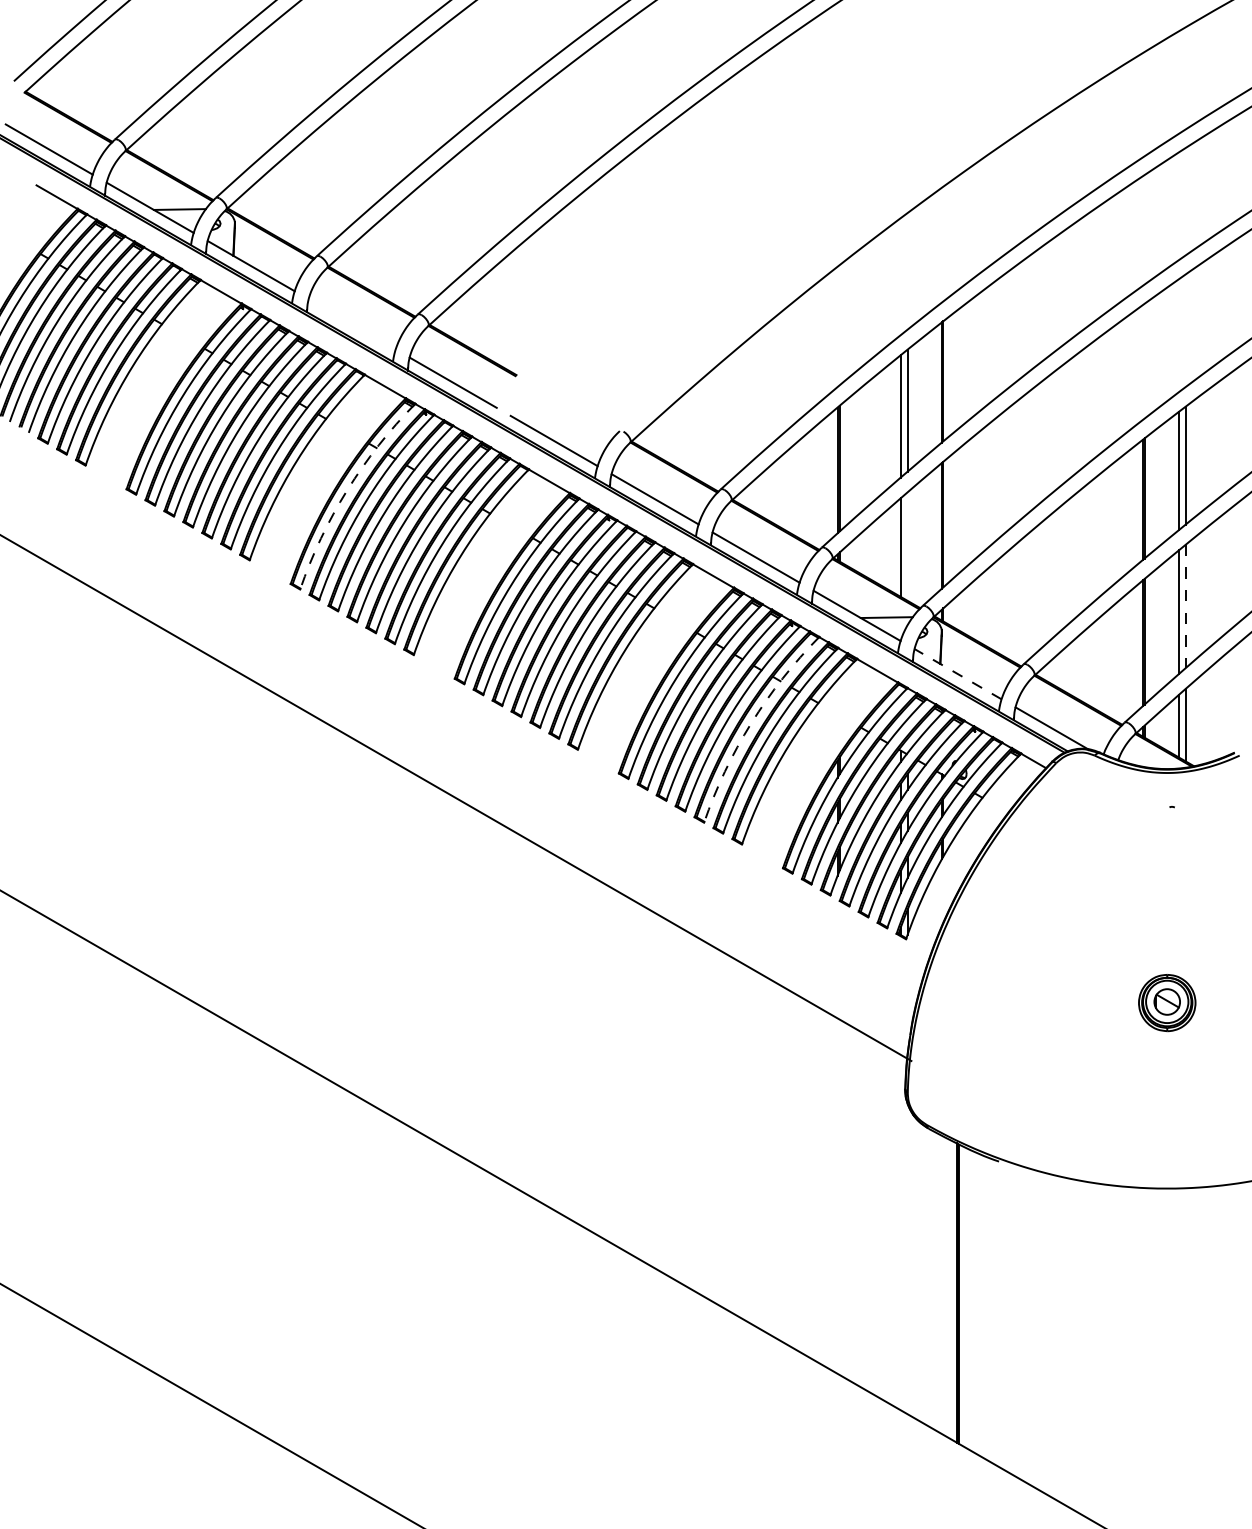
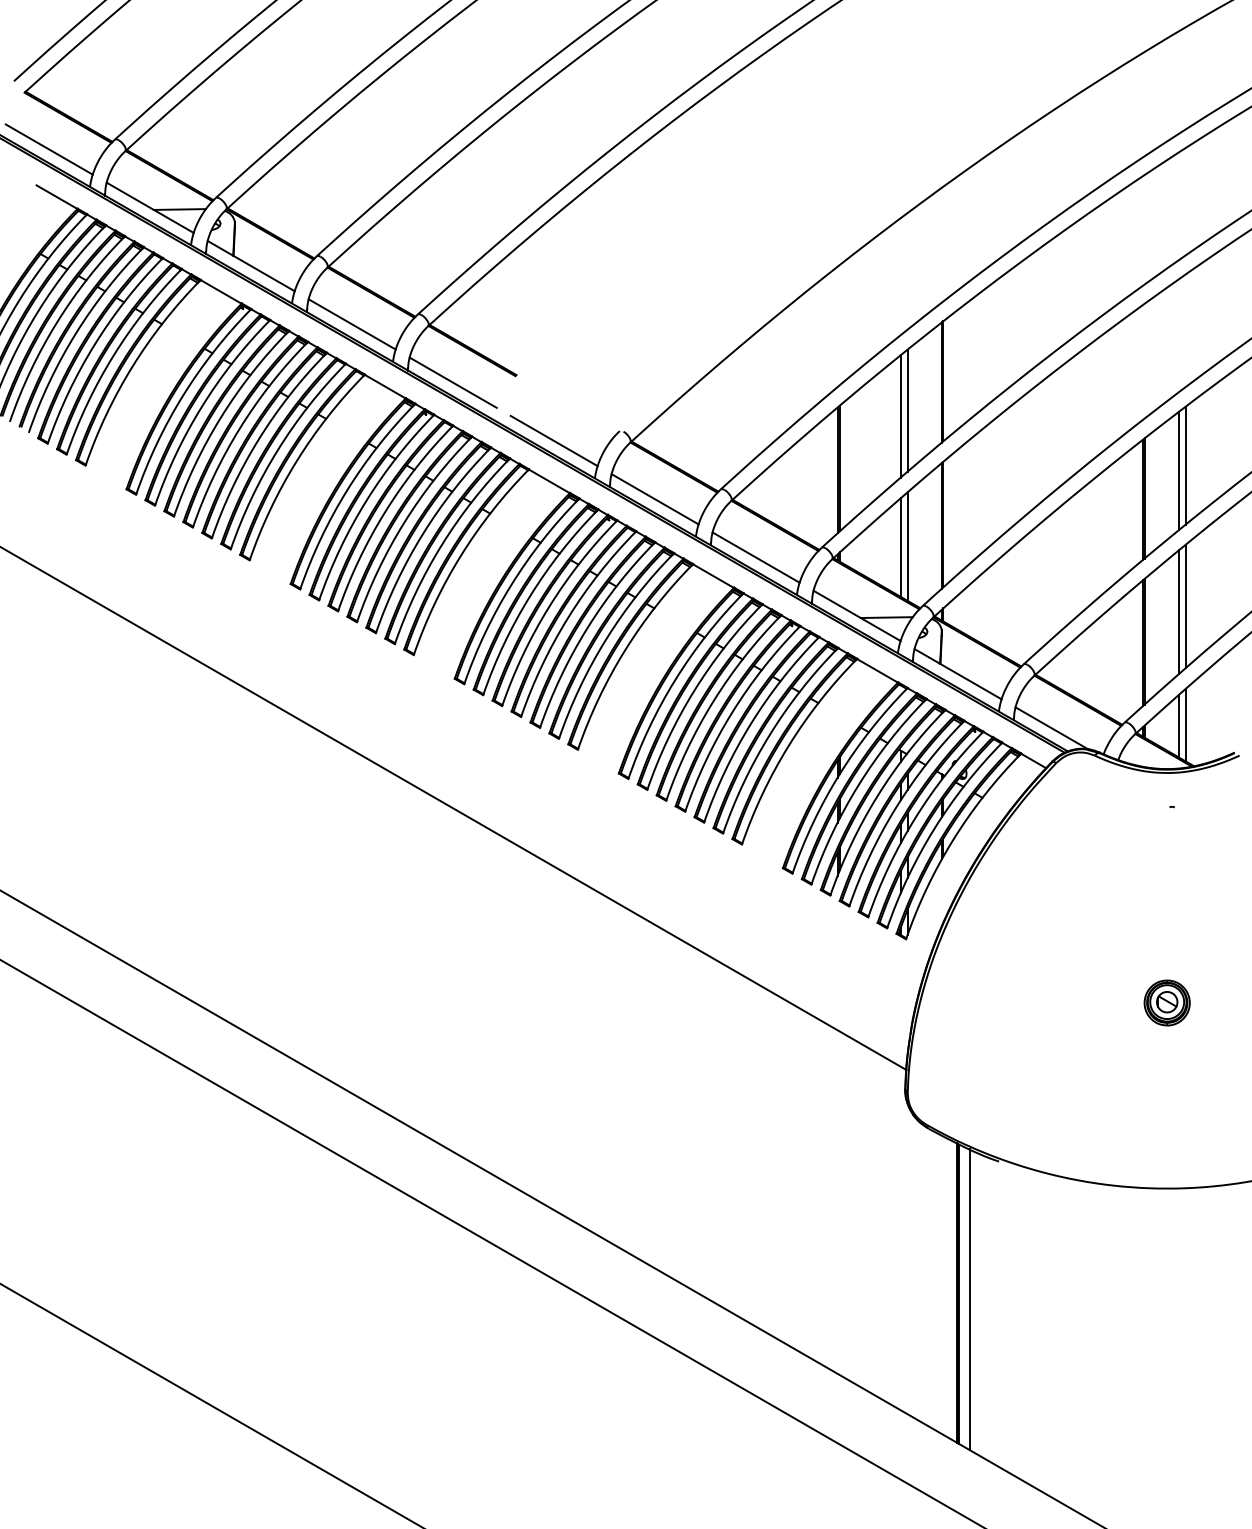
line at (351, 324): none -> present
arc at (347, 490): dashed -> solid
line at (907, 546): none -> present
line at (1185, 606): dashed -> solid
line at (957, 673): dashed -> solid
arc at (751, 723): dashed -> solid
line at (456, 798) position: (456, 798) -> (454, 809)
part at (1167, 1003) size: 59x59 px -> 48x48 px
line at (491, 1242): none -> present
line at (969, 1299): none -> present
